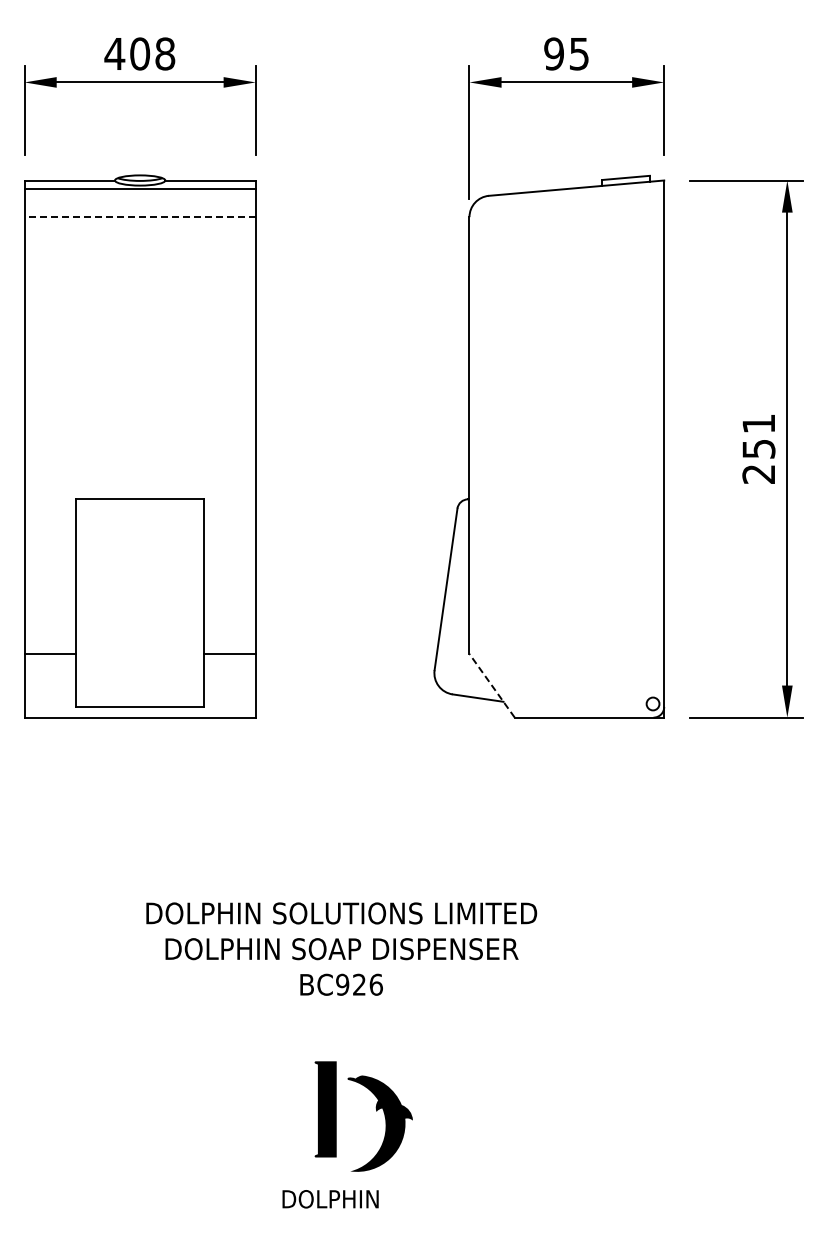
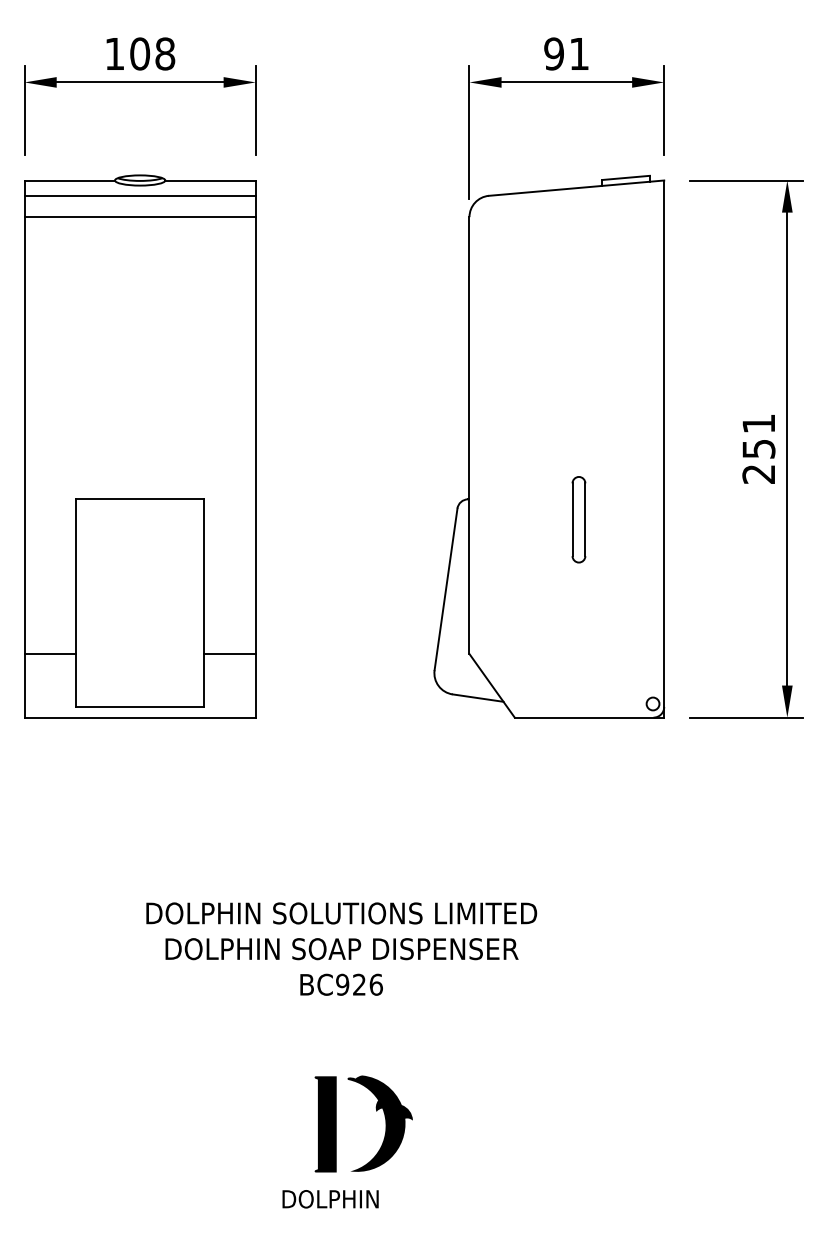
text at (114, 53): 408 -> 108
text at (579, 54): 95 -> 91
line at (139, 188) position: (139, 188) -> (139, 195)
line at (140, 217): dashed -> solid
part at (578, 519): none -> present
line at (491, 685): dashed -> solid
part at (325, 1109) position: (325, 1109) -> (325, 1124)
